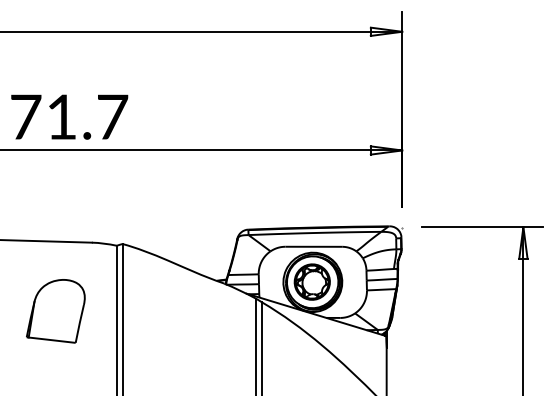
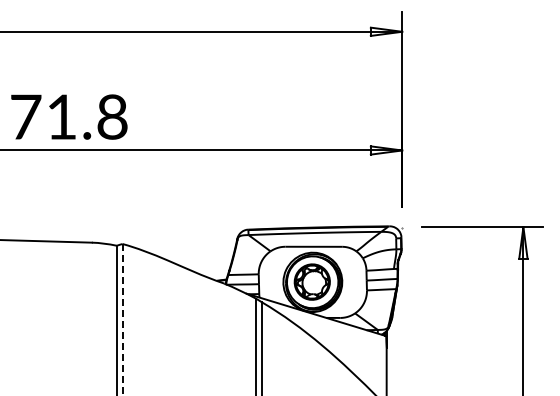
text at (112, 116): 71.7 -> 71.8
part at (55, 311): present -> none
line at (122, 319): solid -> dashed
